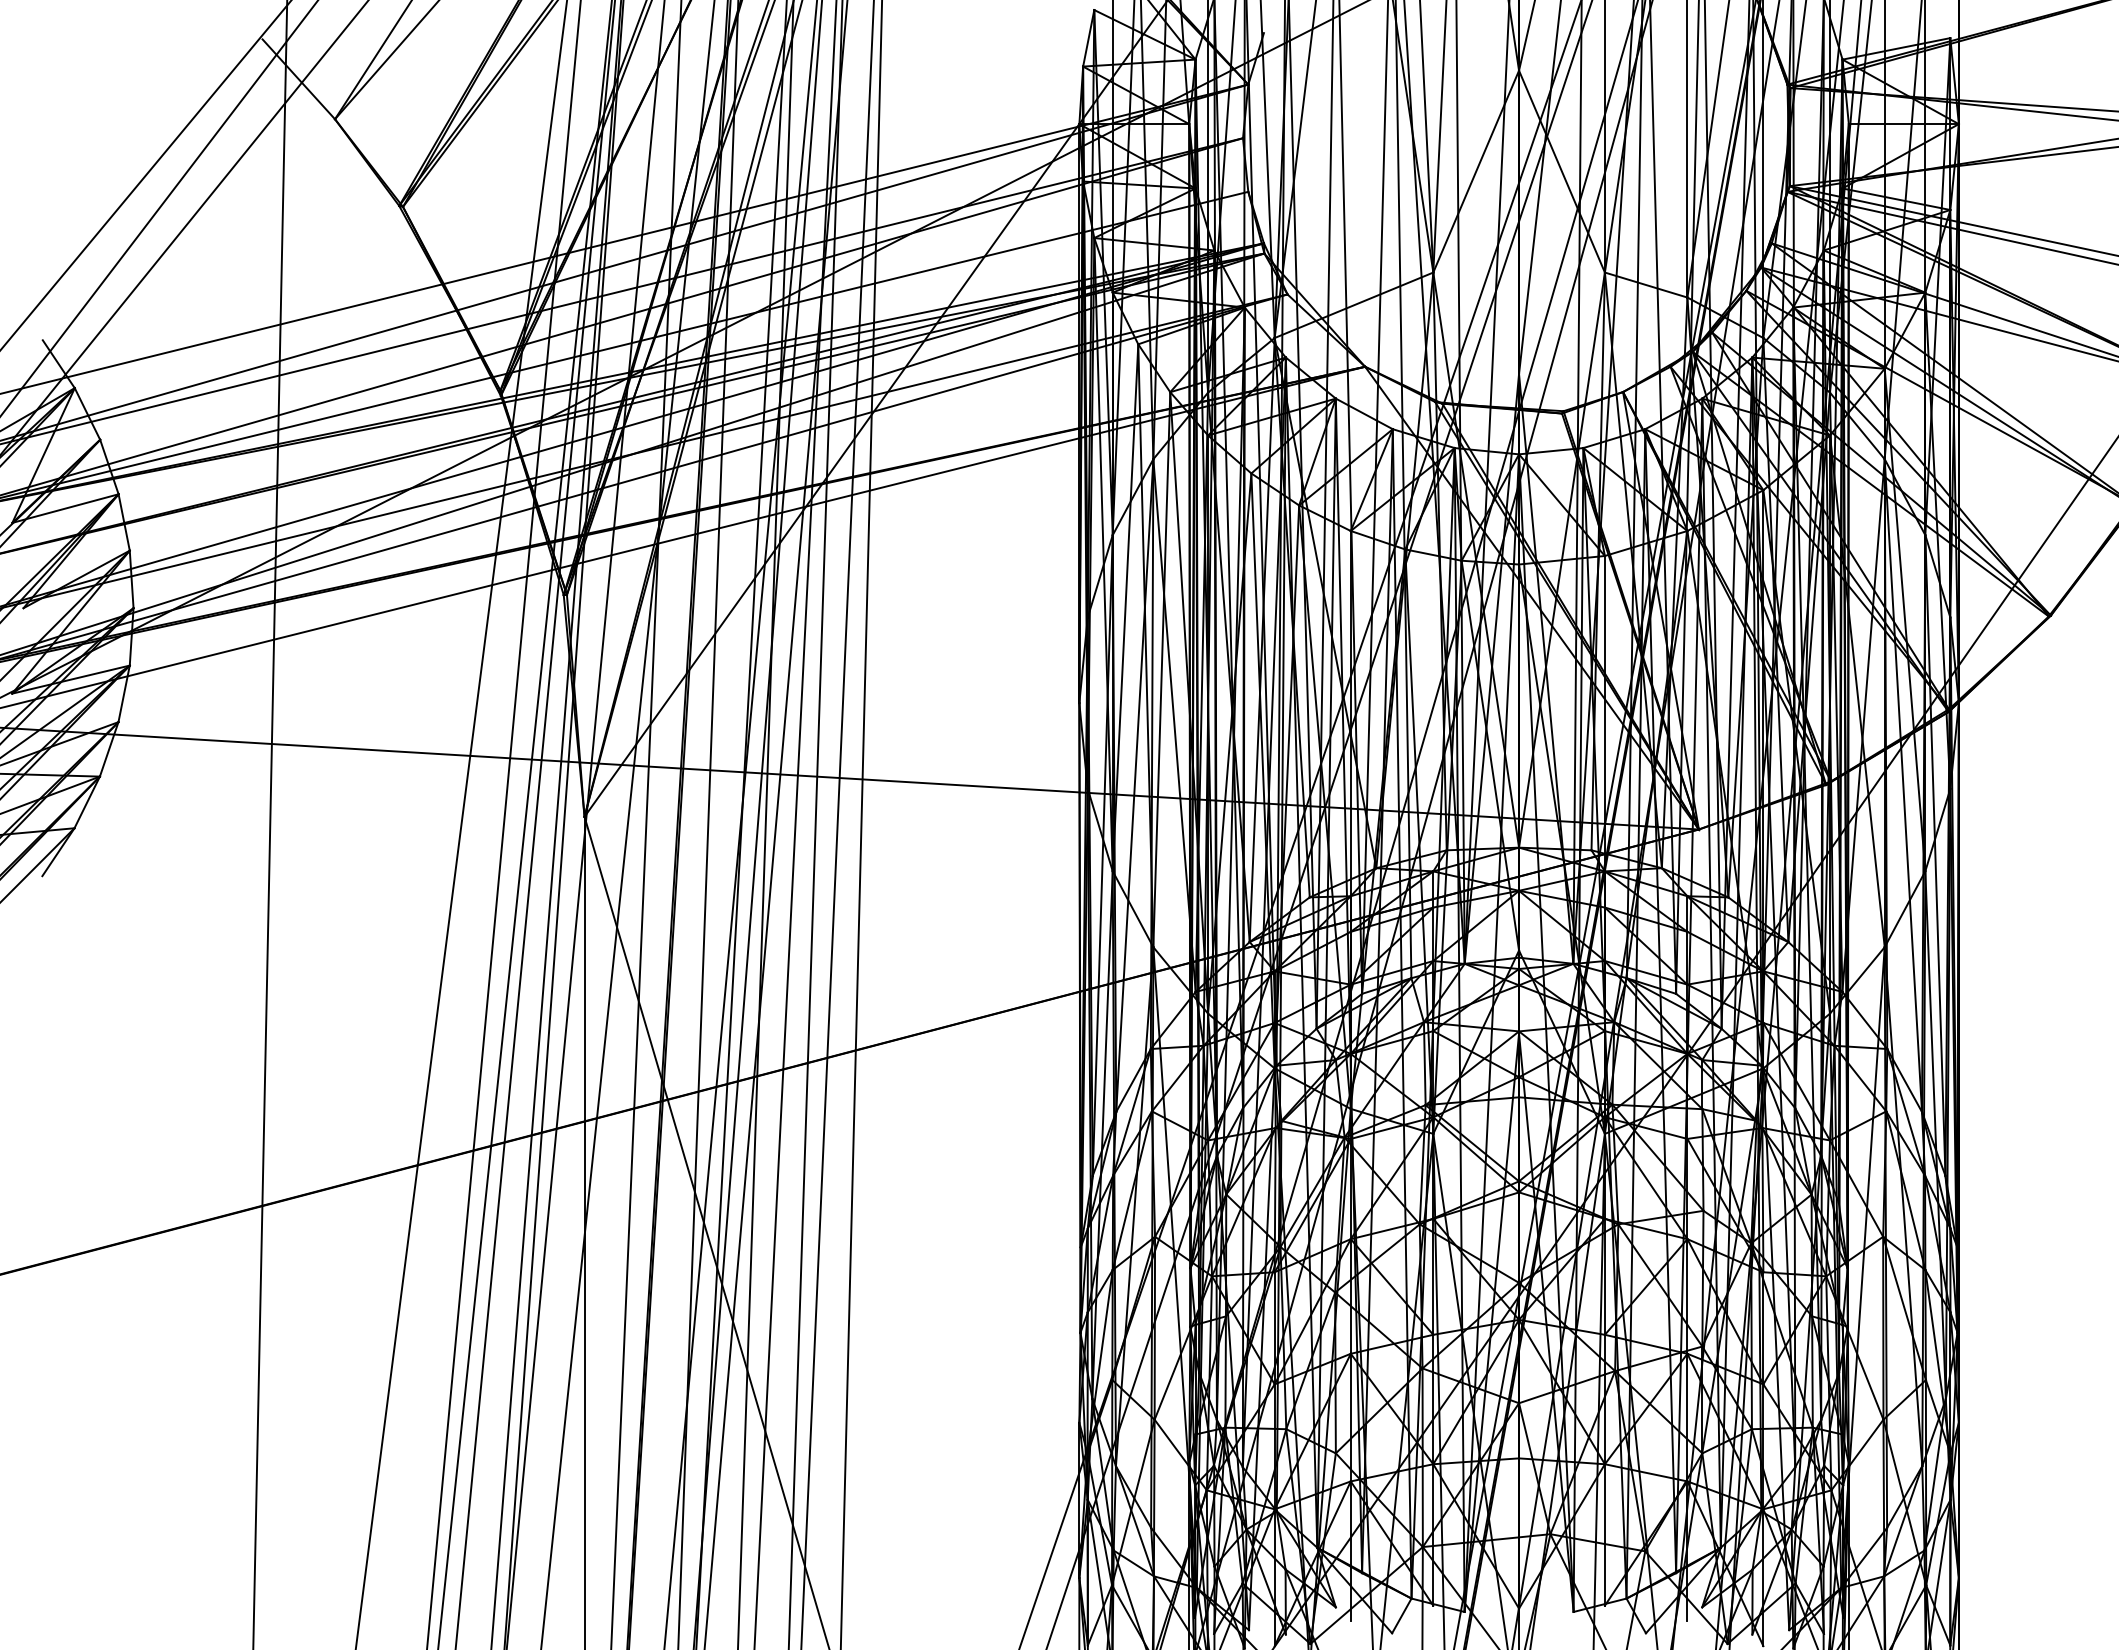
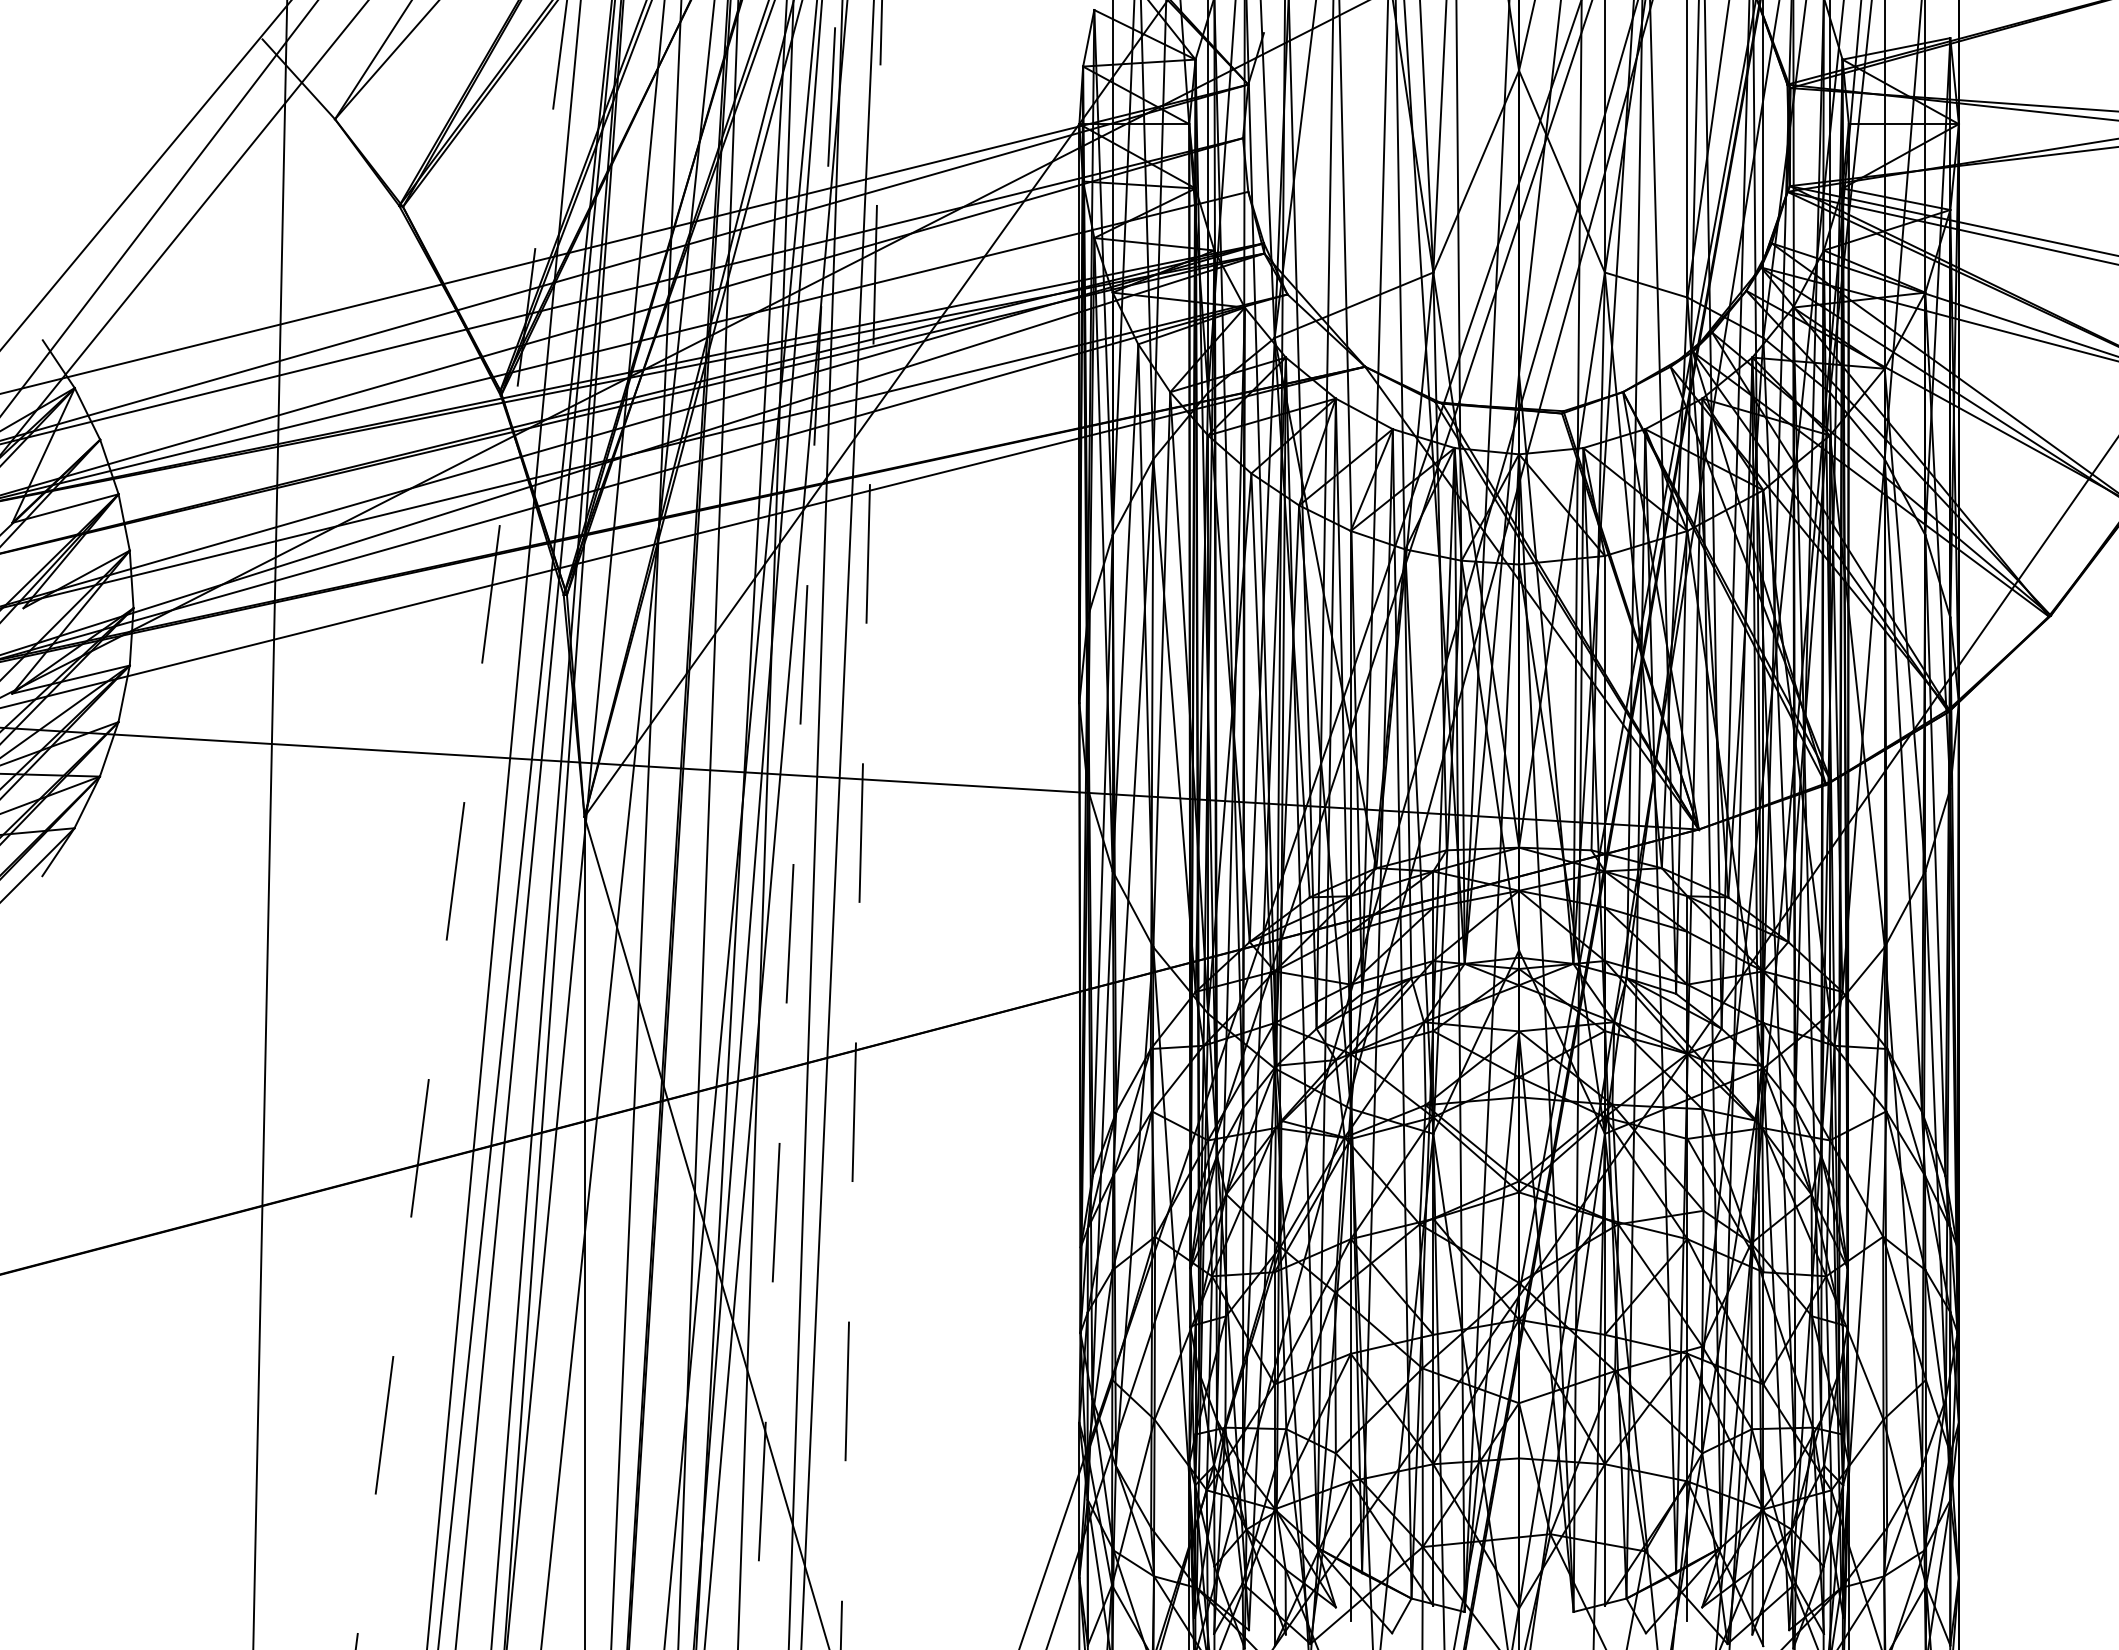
line at (795, 824): solid -> dashed
line at (861, 824): solid -> dashed
line at (461, 825): solid -> dashed
